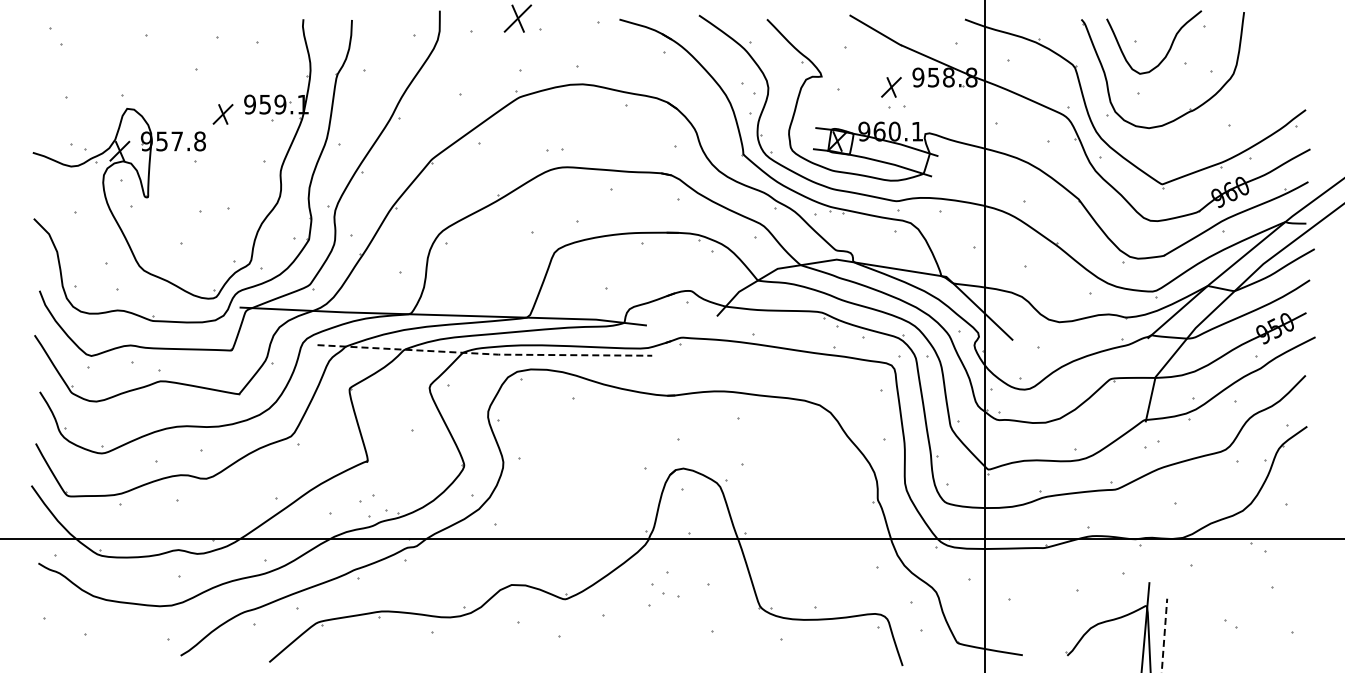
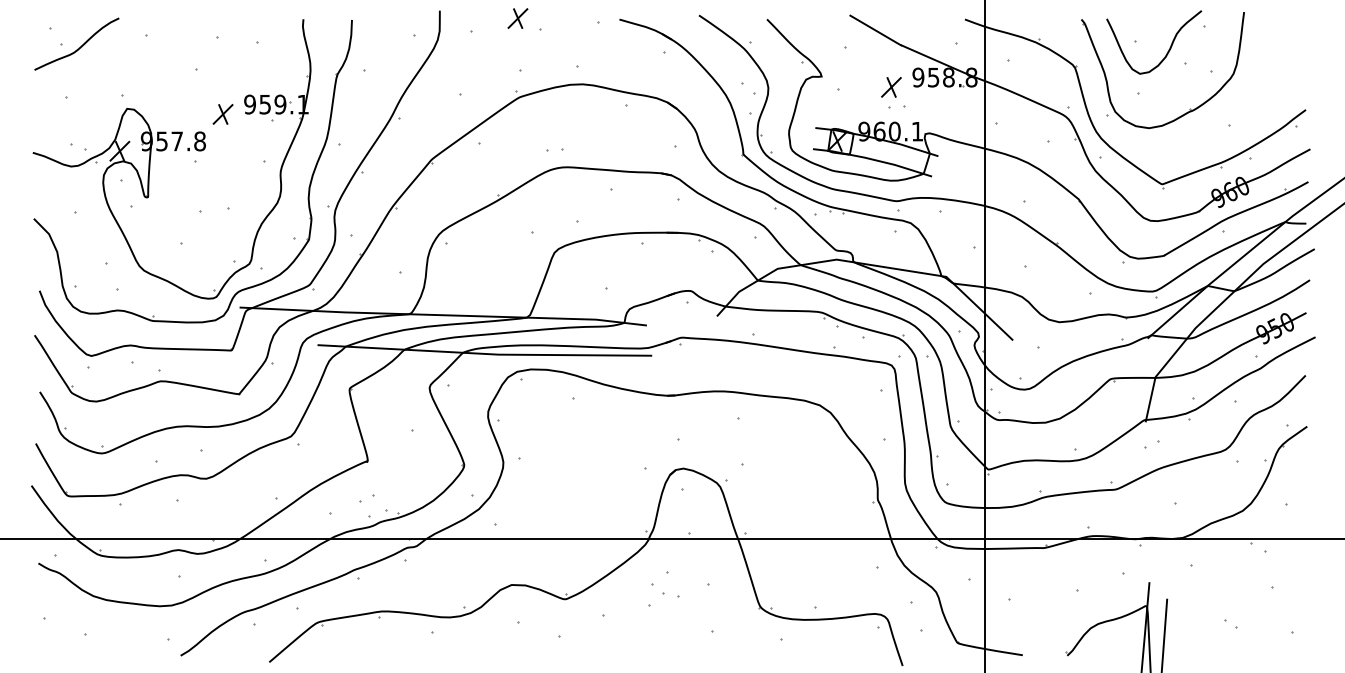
part at (517, 18) size: 30x29 px -> 22x21 px
curve at (80, 46): none -> present
line at (485, 353): dashed -> solid
line at (1164, 635): dashed -> solid
